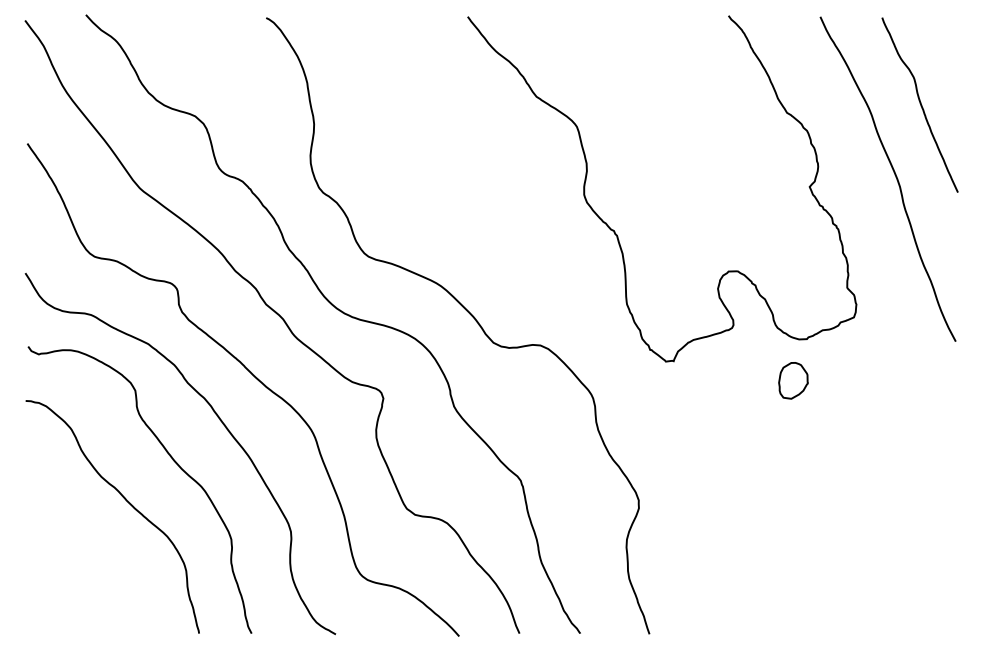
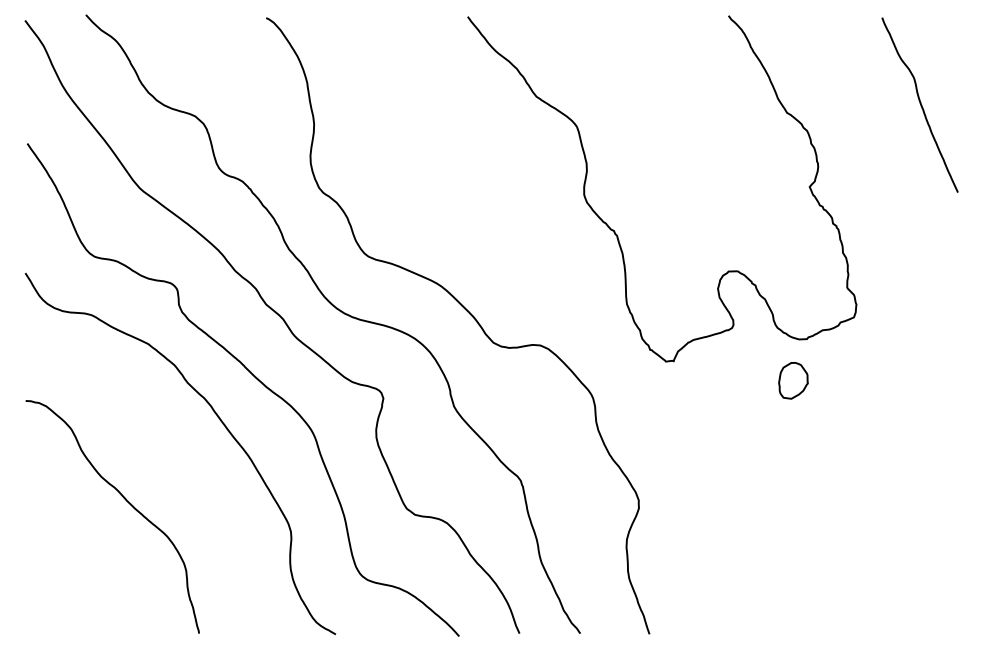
curve at (894, 175): present -> none
curve at (172, 460): present -> none
